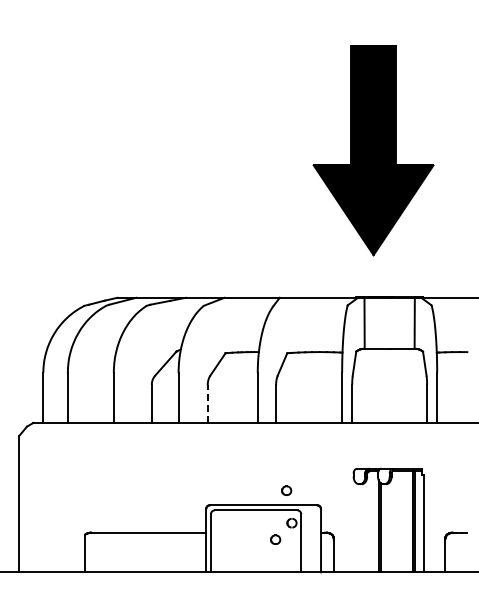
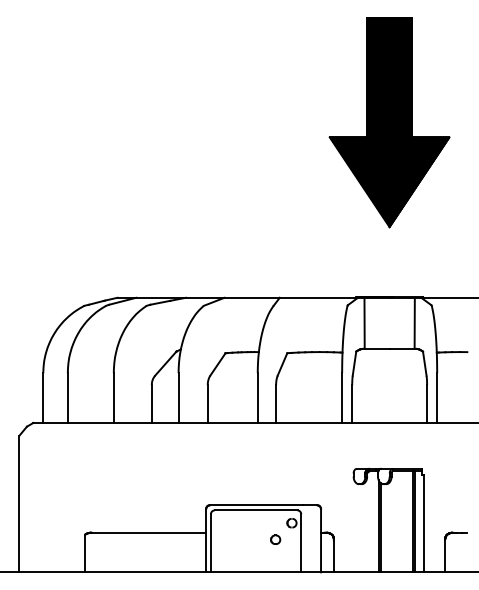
part at (373, 150) position: (373, 150) -> (389, 122)
line at (207, 404): dashed -> solid
part at (286, 490): present -> none
